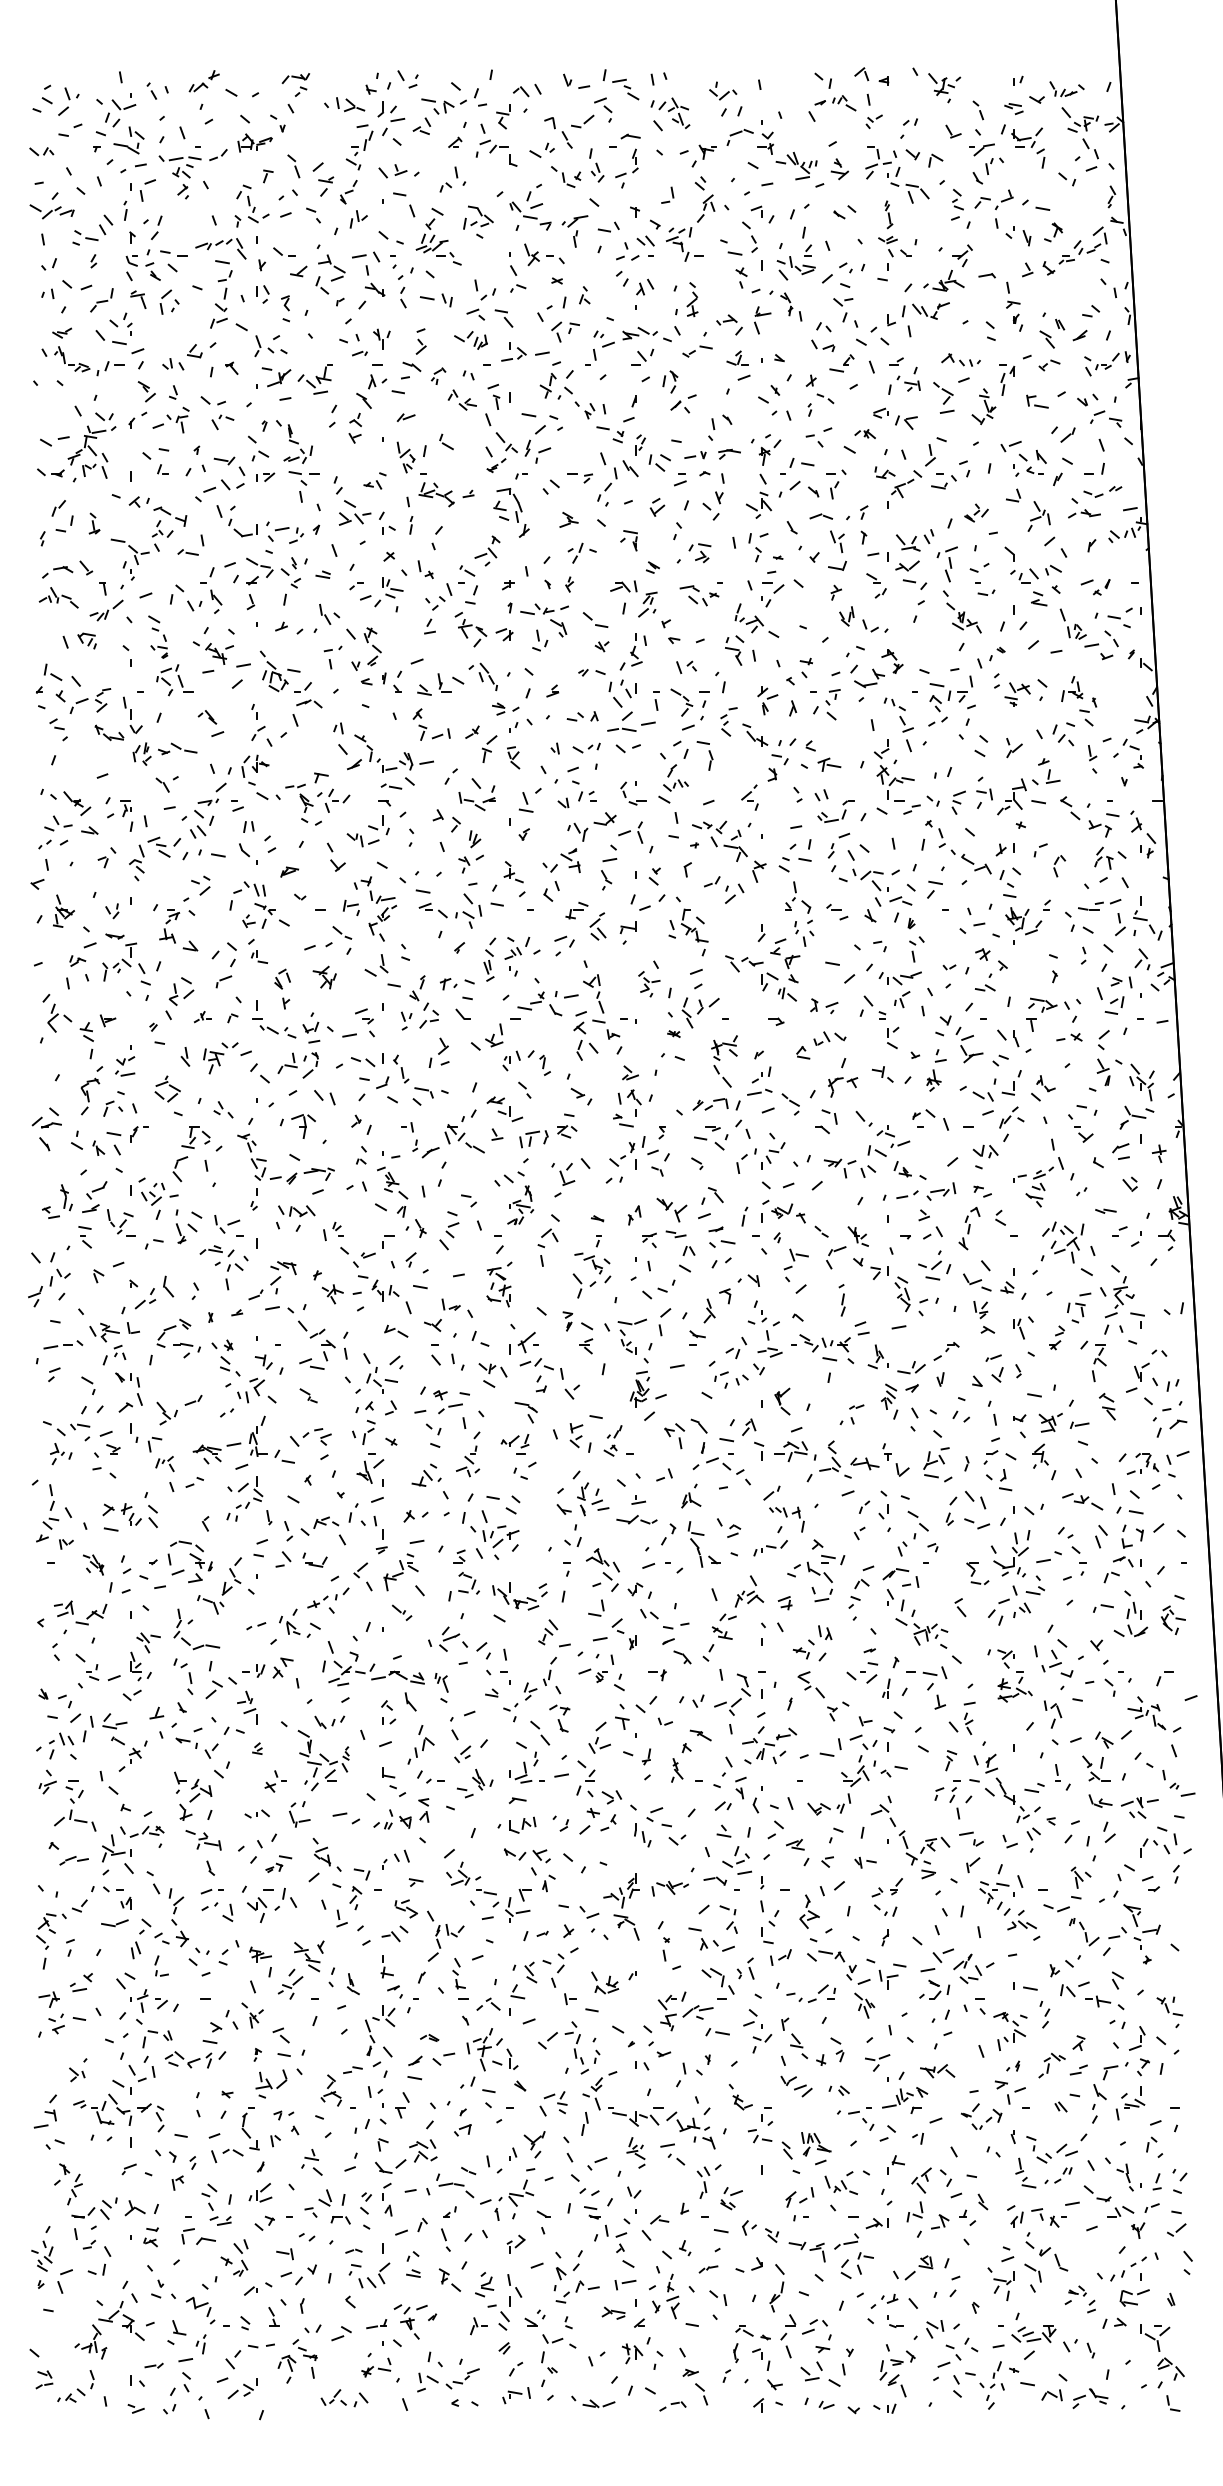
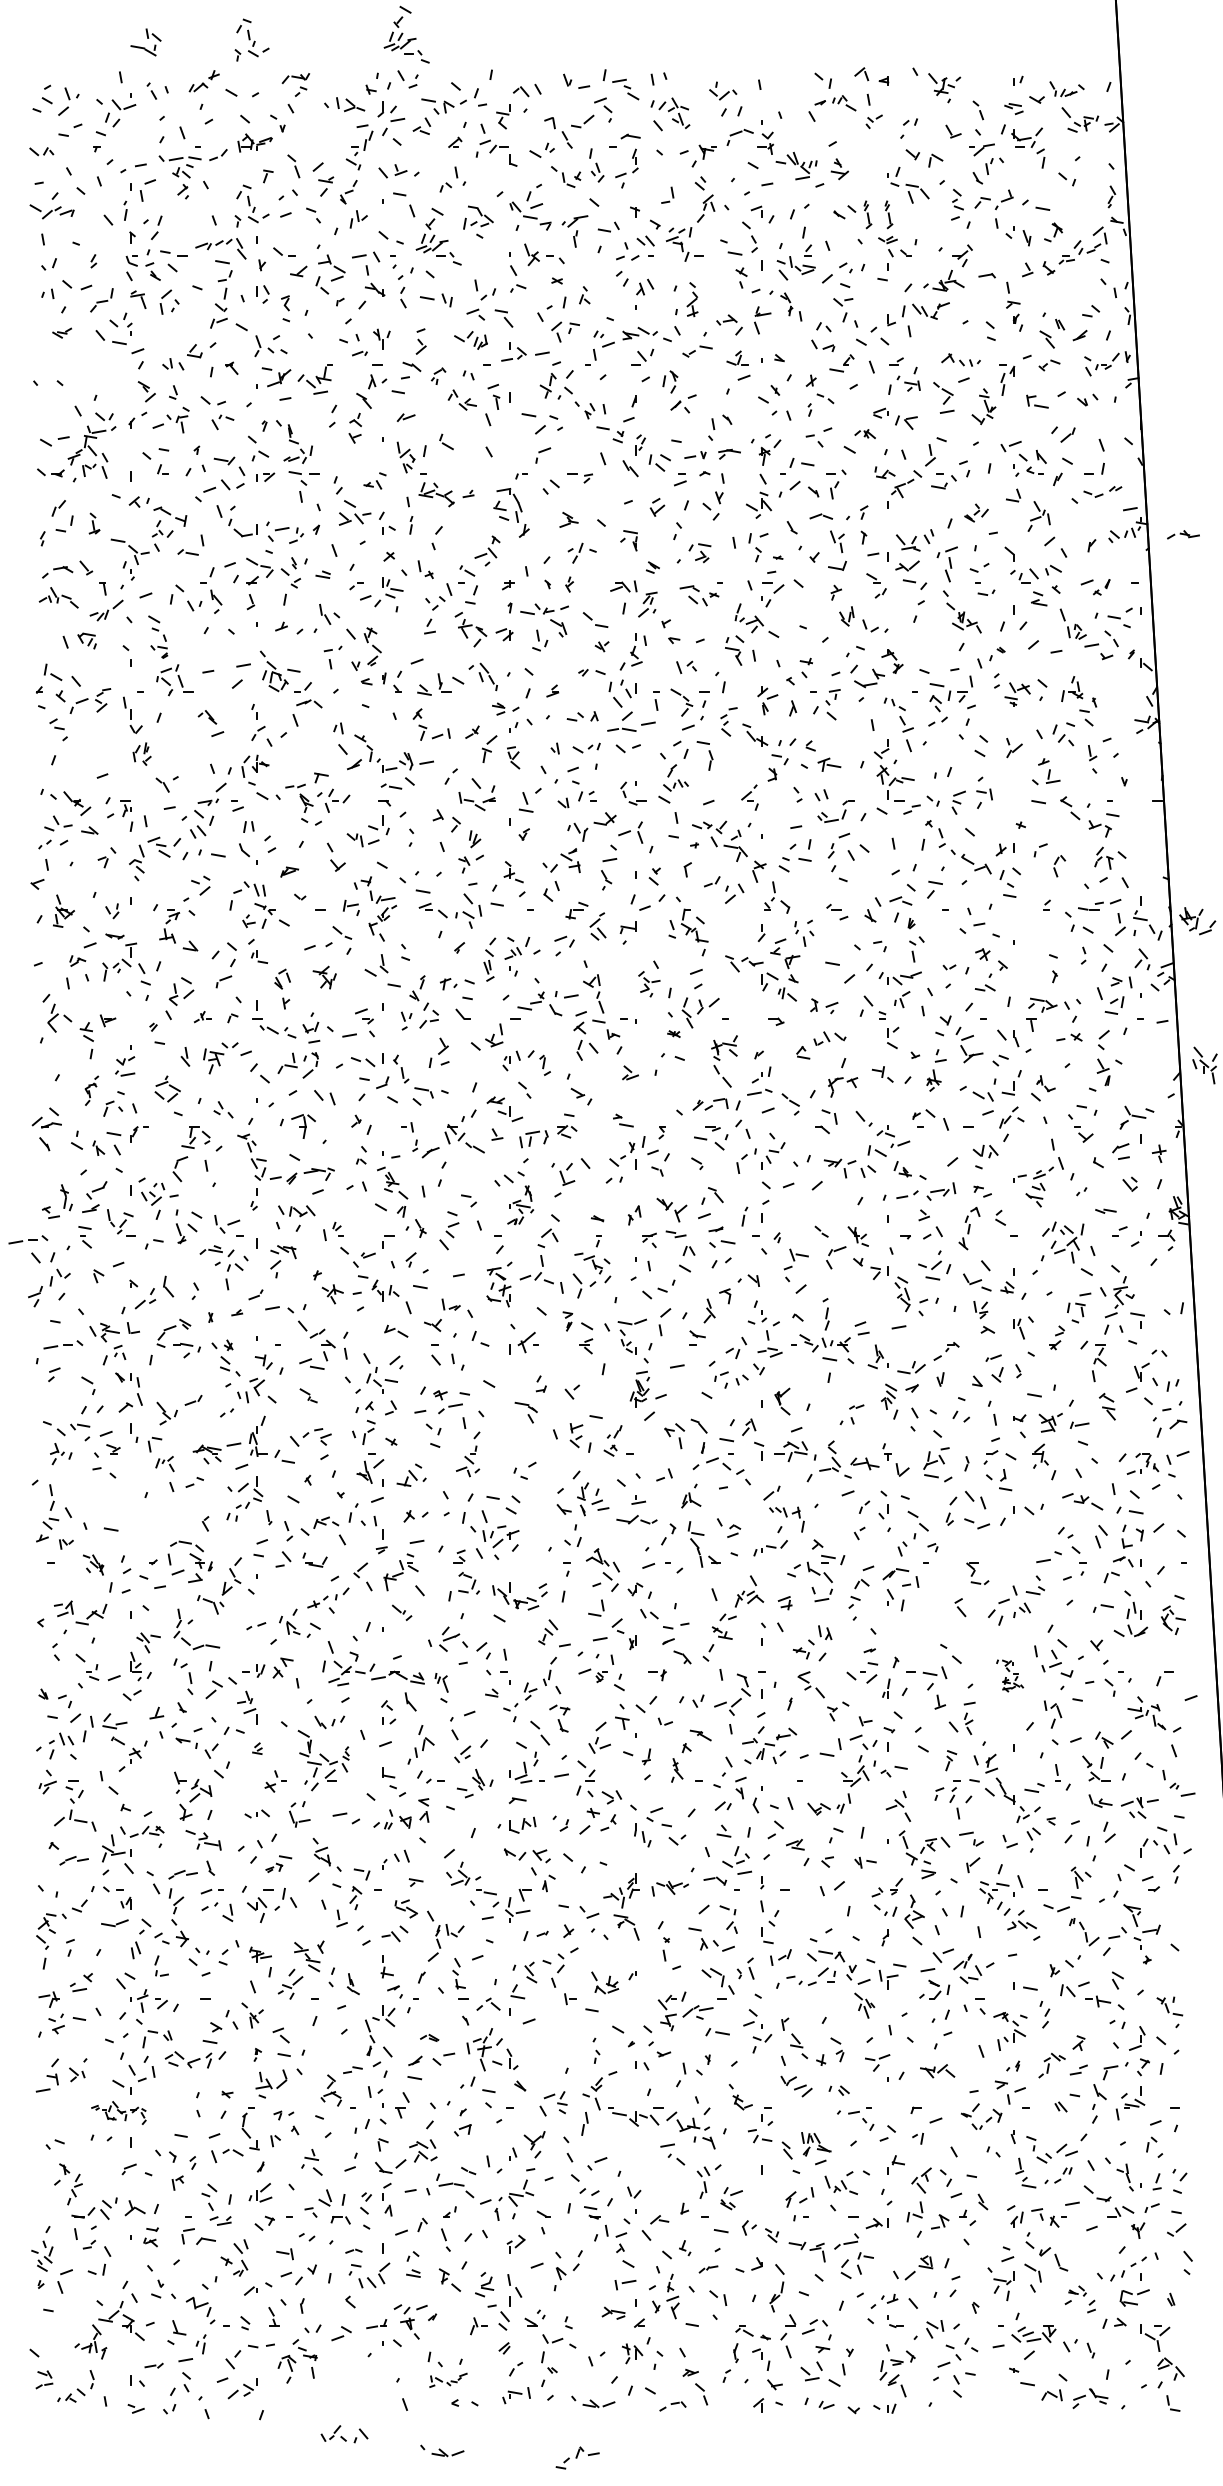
part at (406, 34): none -> present
part at (251, 39): none -> present
part at (128, 140) position: (128, 140) -> (145, 42)
part at (1090, 154): present -> none
part at (881, 162): present -> none
part at (867, 214): none -> present
part at (90, 232): present -> none
part at (82, 361): present -> none
part at (1106, 418): present -> none
part at (508, 452): present -> none
part at (607, 486): present -> none
part at (1084, 513) position: (1084, 513) -> (1183, 534)
part at (212, 652): present -> none
part at (109, 732): present -> none
part at (177, 748): present -> none
part at (1132, 753): present -> none
part at (1011, 796): present -> none
part at (1142, 834): present -> none
part at (870, 879): present -> none
part at (798, 897) position: (798, 897) -> (777, 897)
part at (1023, 921) position: (1023, 921) -> (1197, 921)
part at (1141, 1082) position: (1141, 1082) -> (1204, 1065)
part at (91, 1090) size: 24x50 px -> 16x31 px
part at (634, 1102): present -> none
part at (788, 1213): present -> none
part at (28, 1239): none -> present
part at (283, 1277) position: (283, 1277) -> (283, 1261)
part at (841, 1300) position: (841, 1300) -> (825, 1314)
part at (541, 1368) position: (541, 1368) -> (541, 1282)
part at (492, 1370): present -> none
part at (514, 1444): present -> none
part at (426, 1474) position: (426, 1474) -> (411, 1474)
part at (129, 1515): present -> none
part at (1010, 1553): present -> none
part at (921, 1627): present -> none
part at (1009, 1675) size: 46x54 px -> 29x34 px
part at (883, 1810) position: (883, 1810) -> (898, 1805)
part at (182, 1874): none -> present
part at (809, 1911) position: (809, 1911) -> (914, 1911)
part at (812, 1999) position: (812, 1999) -> (812, 1982)
part at (573, 2048): present -> none
part at (905, 2097): present -> none
part at (44, 2111) position: (44, 2111) -> (46, 2075)
part at (118, 2112) size: 92x40 px -> 56x24 px
part at (635, 2152): present -> none
part at (577, 2291) position: (577, 2291) -> (577, 2457)
part at (376, 2367): present -> none
part at (448, 2380) size: 63x25 px -> 39x16 px
part at (991, 2385): present -> none
part at (344, 2398) position: (344, 2398) -> (344, 2434)
part at (442, 2450): none -> present
